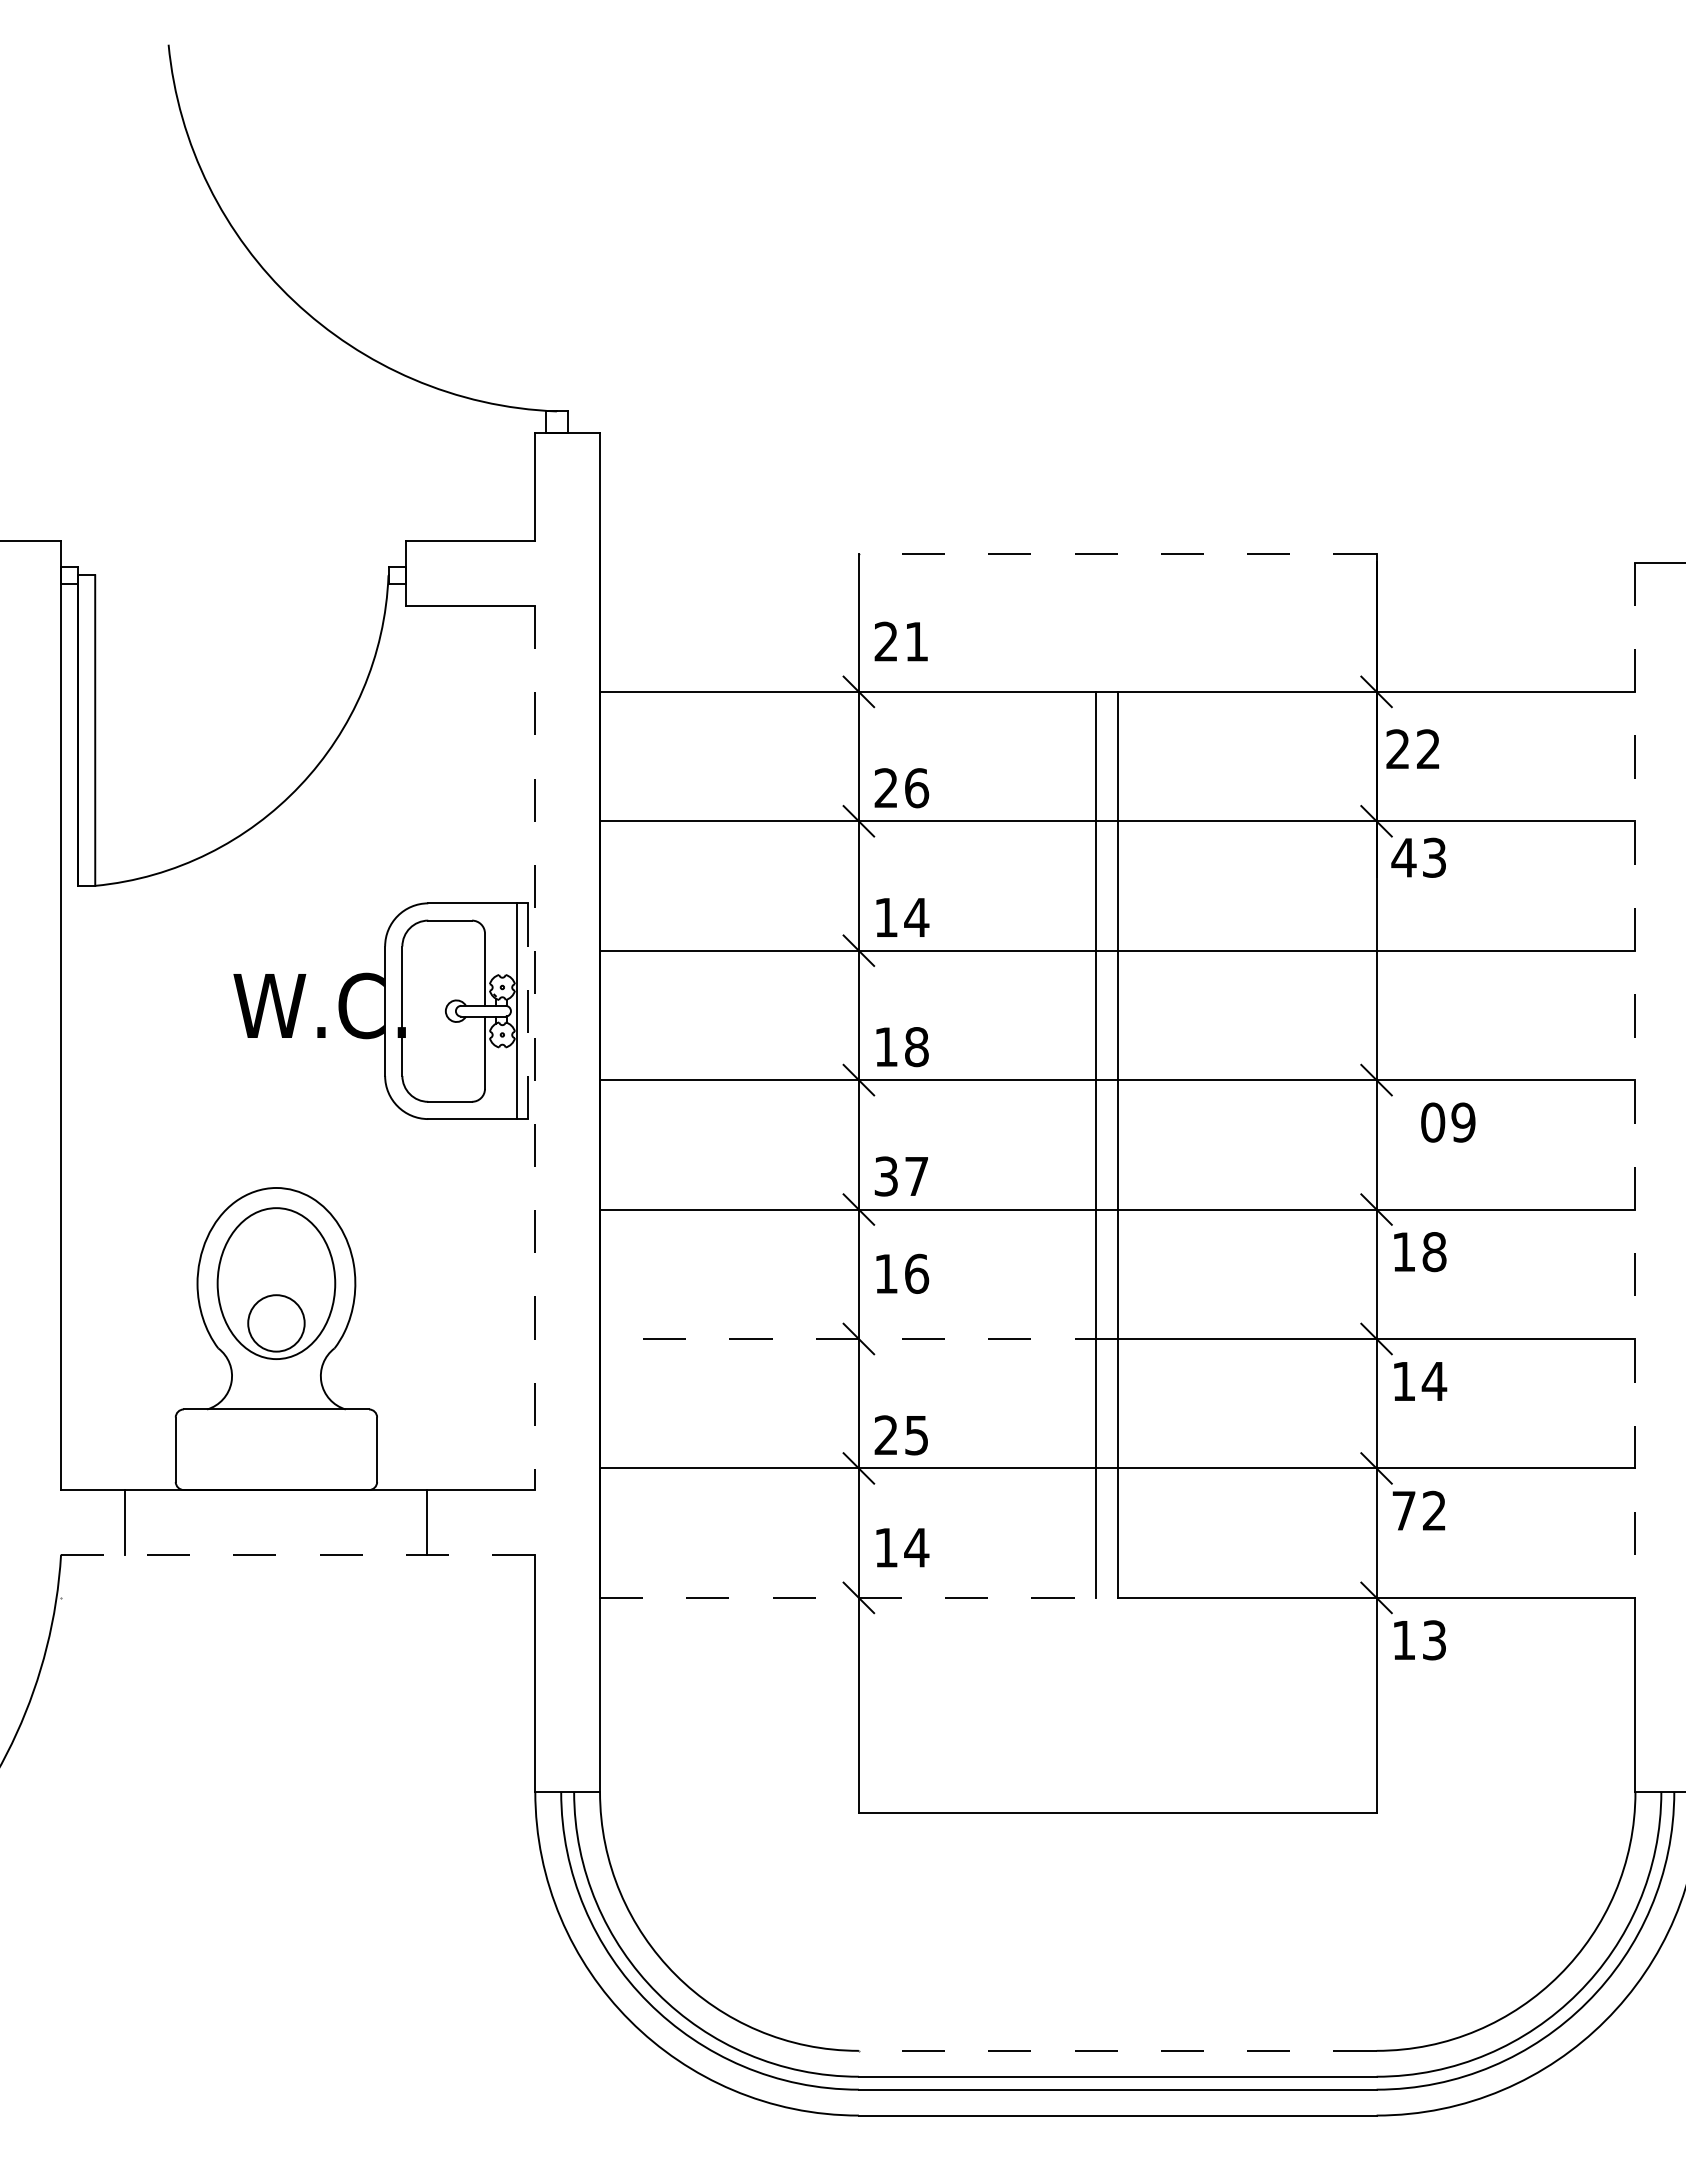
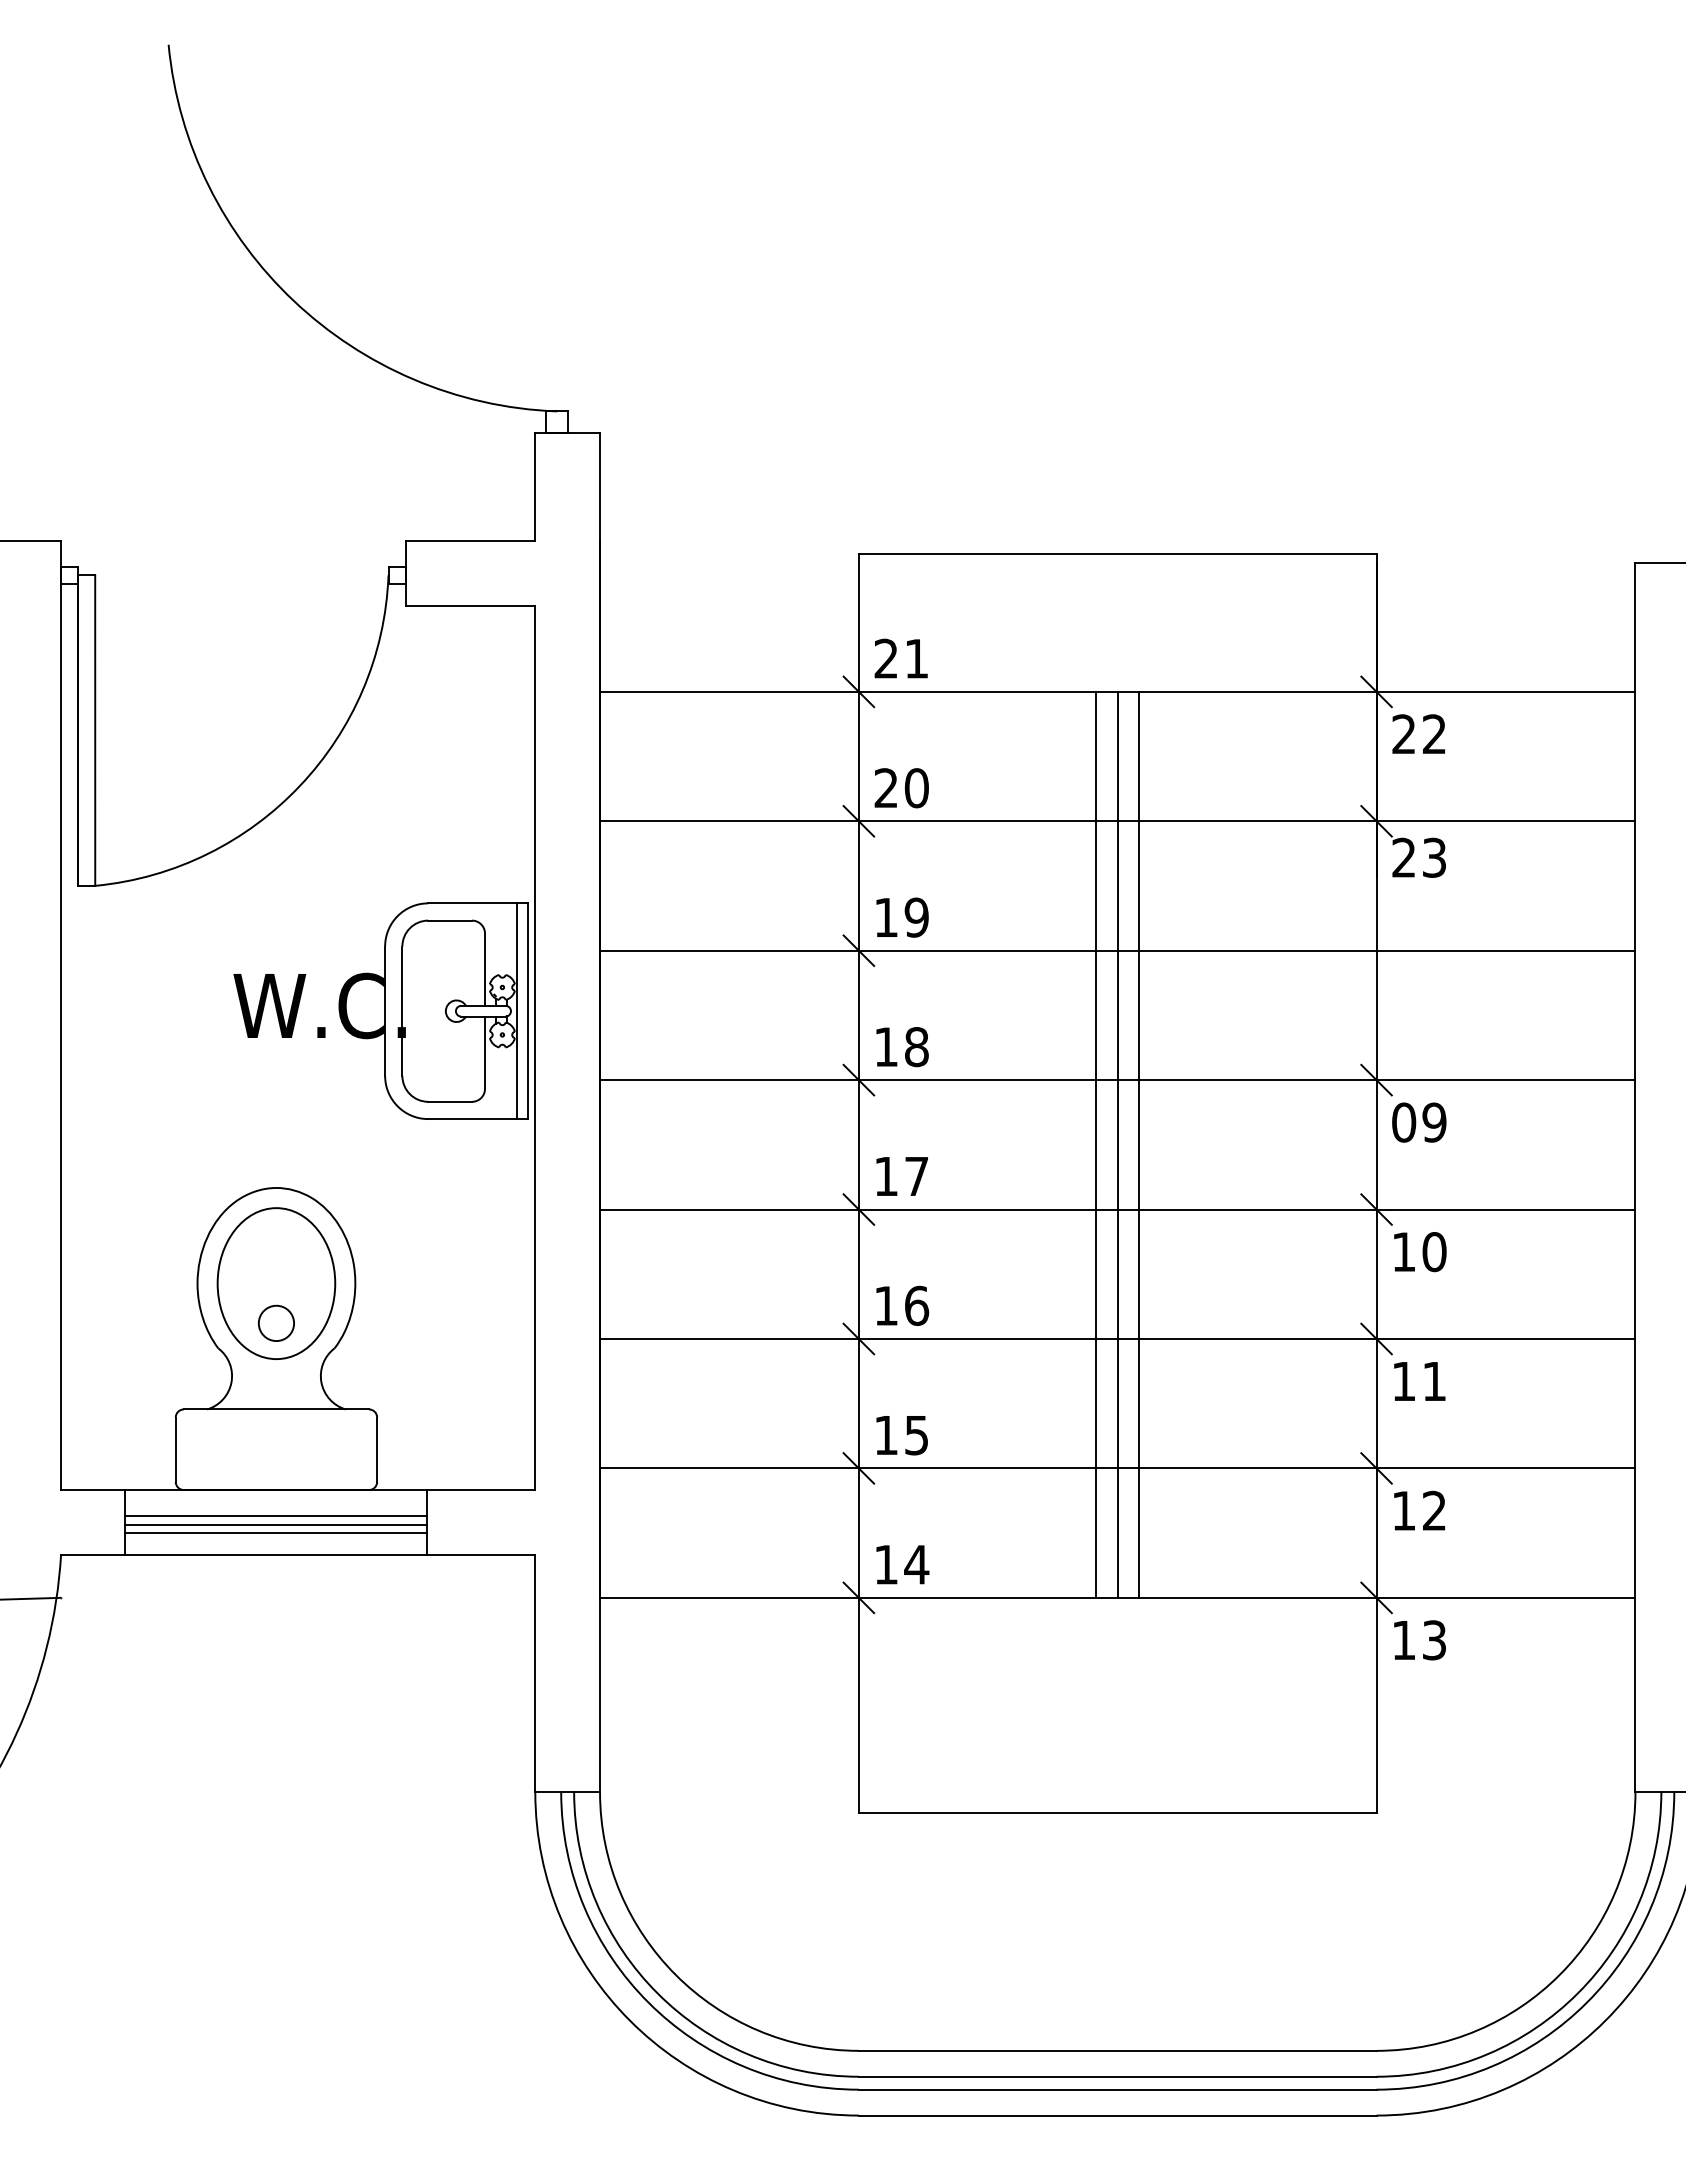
line at (1117, 554): dashed -> solid
text at (900, 641) position: (900, 641) -> (900, 658)
text at (1412, 748) position: (1412, 748) -> (1418, 733)
text at (916, 788): 26 -> 20
text at (1403, 857): 43 -> 23
text at (916, 917): 14 -> 19
line at (528, 1011): dashed -> solid
line at (535, 1048): dashed -> solid
line at (1635, 1080): dashed -> solid
text at (1448, 1122) position: (1448, 1122) -> (1419, 1122)
line at (1139, 1144): none -> present
text at (885, 1176): 37 -> 17
text at (1434, 1251): 18 -> 10
text at (902, 1273) position: (902, 1273) -> (902, 1305)
circle at (276, 1323) diameter: 56 px -> 35 px
line at (858, 1338): dashed -> solid
text at (1434, 1381): 14 -> 11
text at (885, 1434): 25 -> 15
text at (1403, 1510): 72 -> 12
line at (276, 1515): none -> present
line at (276, 1524): none -> present
line at (276, 1533): none -> present
text at (902, 1547) position: (902, 1547) -> (902, 1564)
line at (297, 1554): dashed -> solid
line at (858, 1597): dashed -> solid
line at (31, 1598): none -> present
line at (1117, 2050): dashed -> solid
